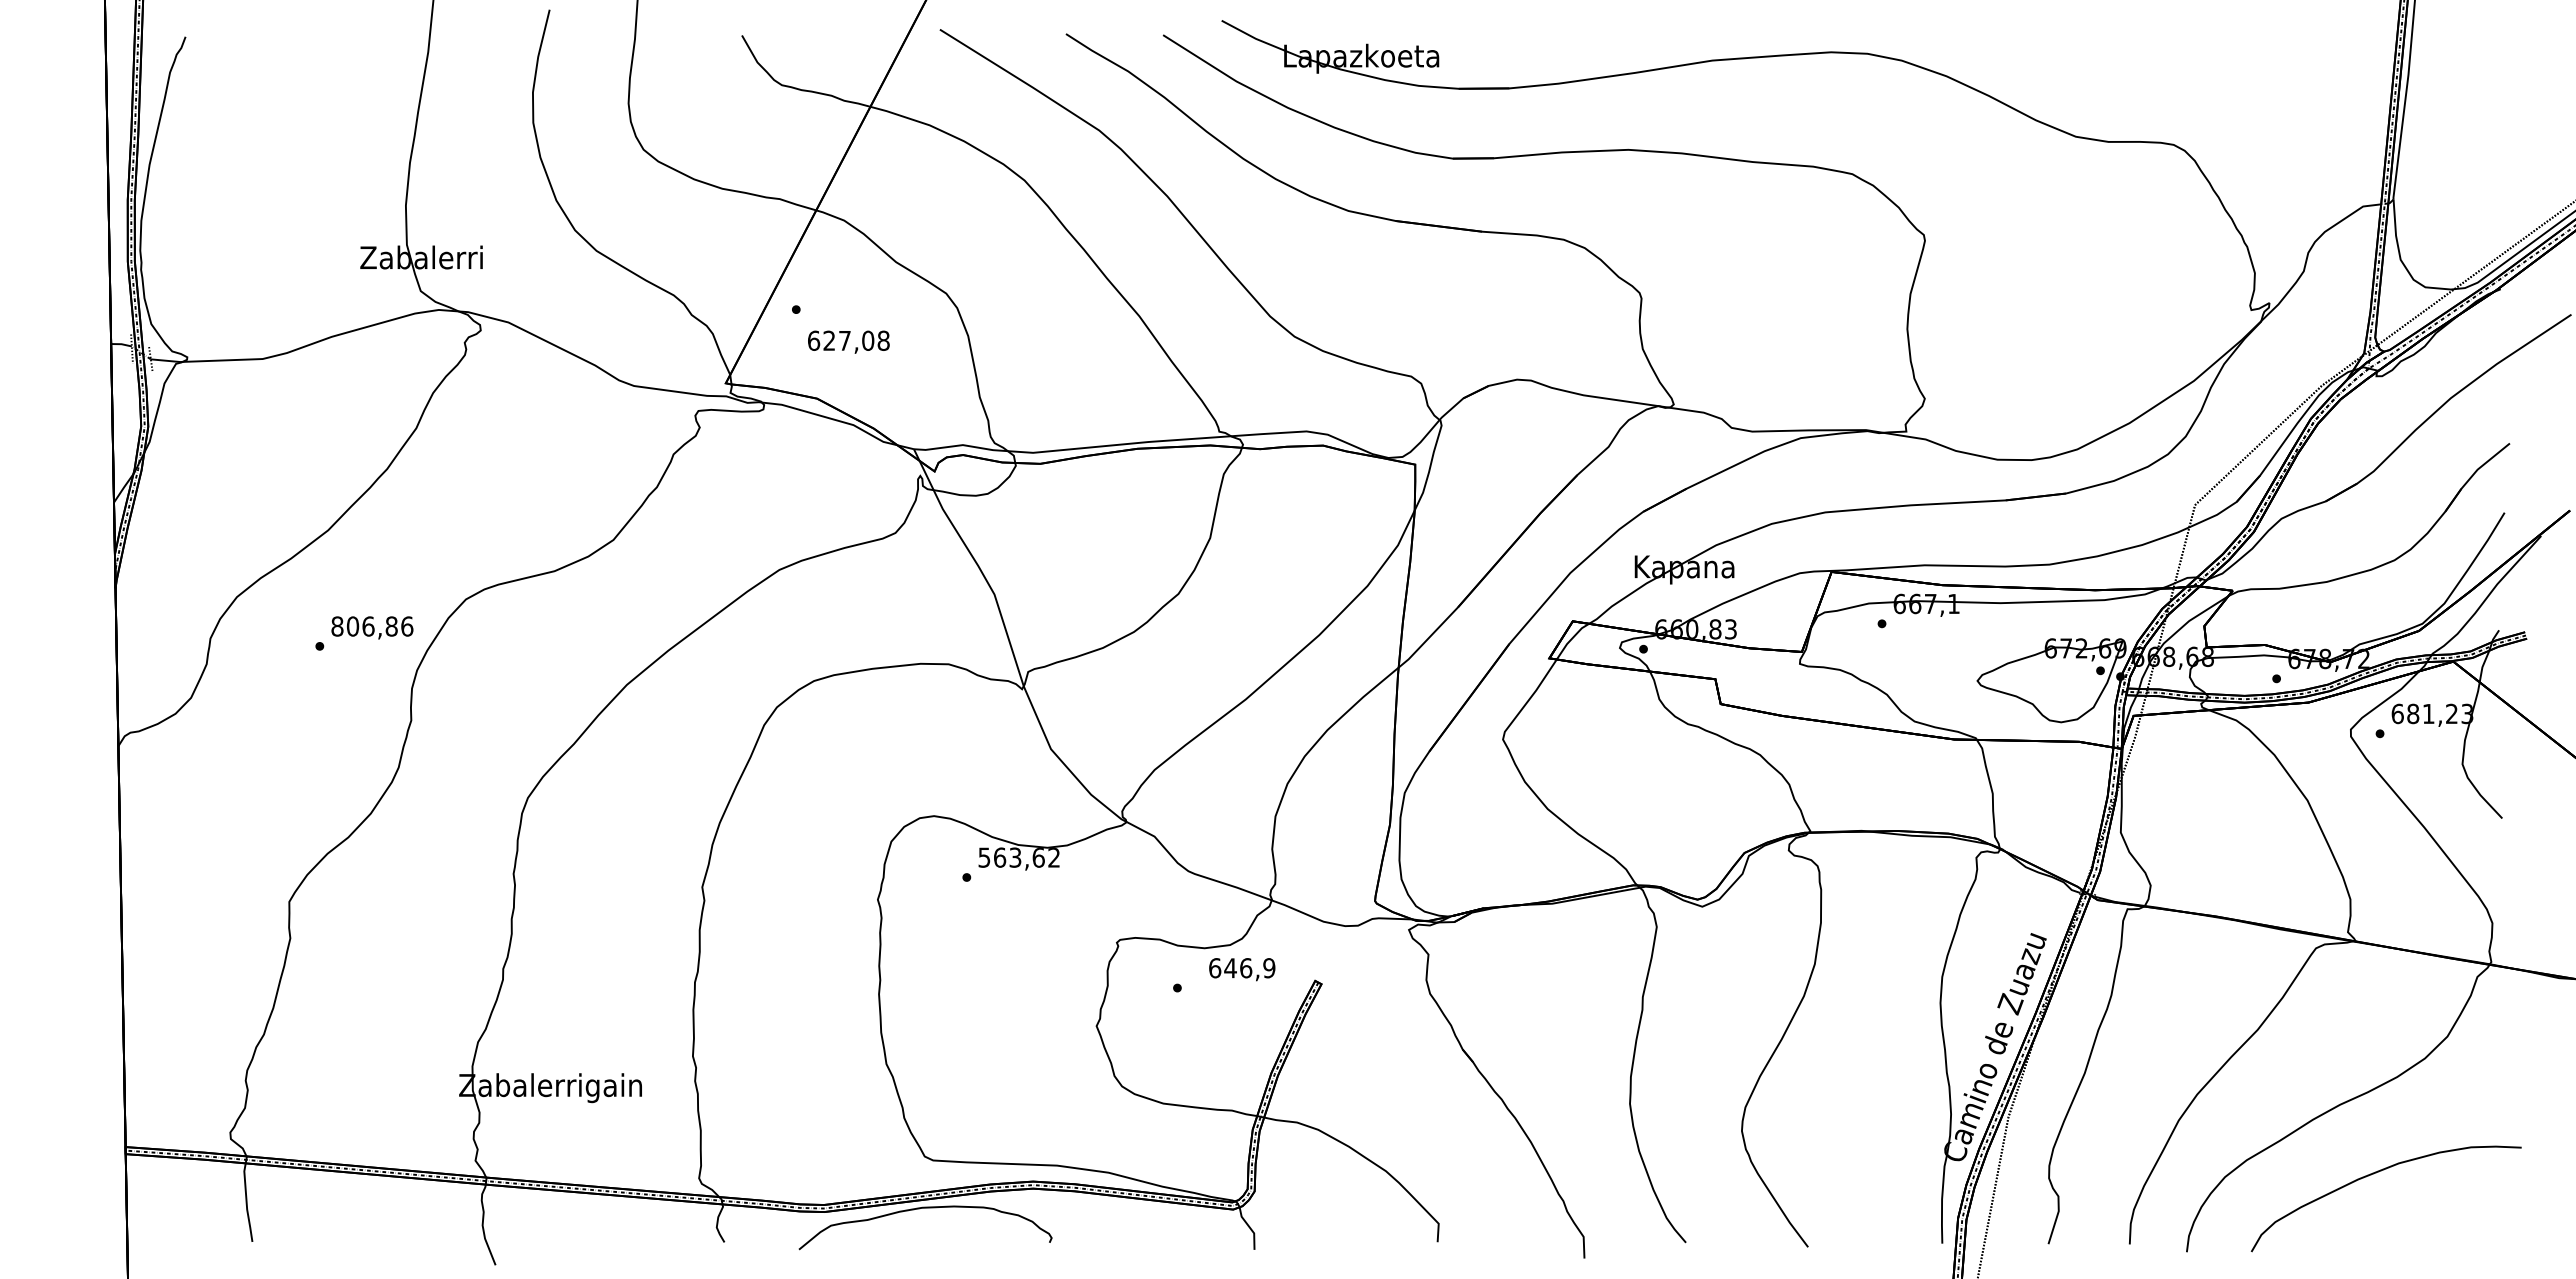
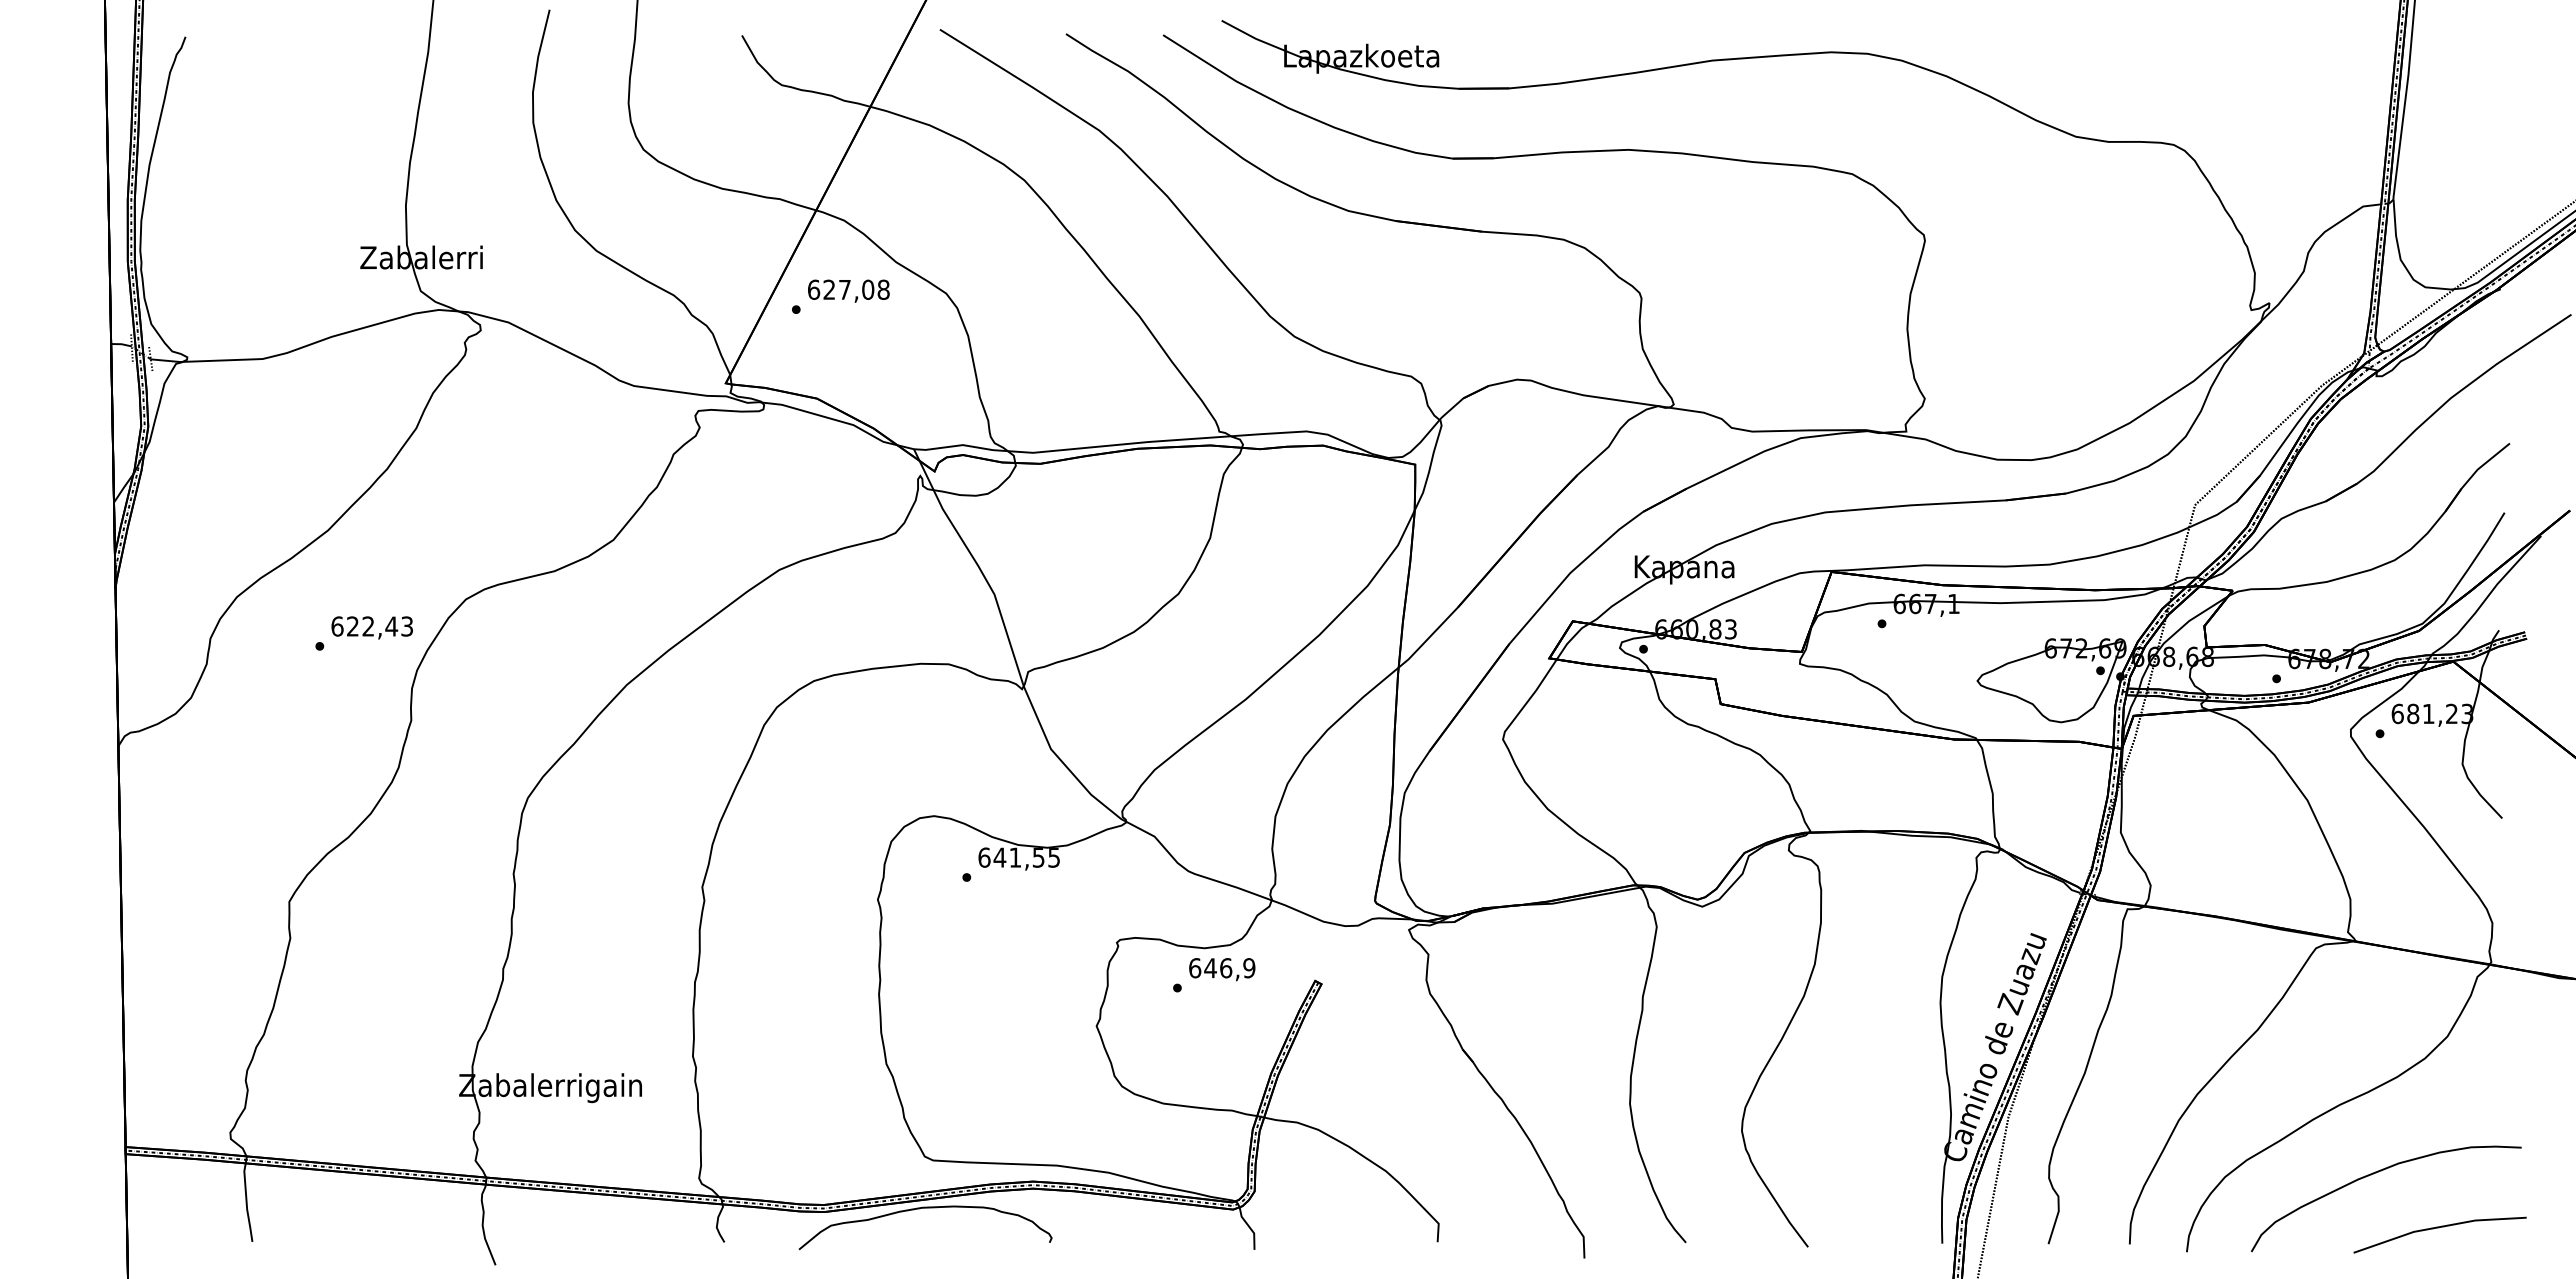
text at (848, 341) position: (848, 341) -> (848, 290)
text at (372, 626): 806,86 -> 622,43
text at (1018, 857): 563,62 -> 641,55
text at (1242, 969) position: (1242, 969) -> (1222, 969)
line at (2439, 1228): none -> present
